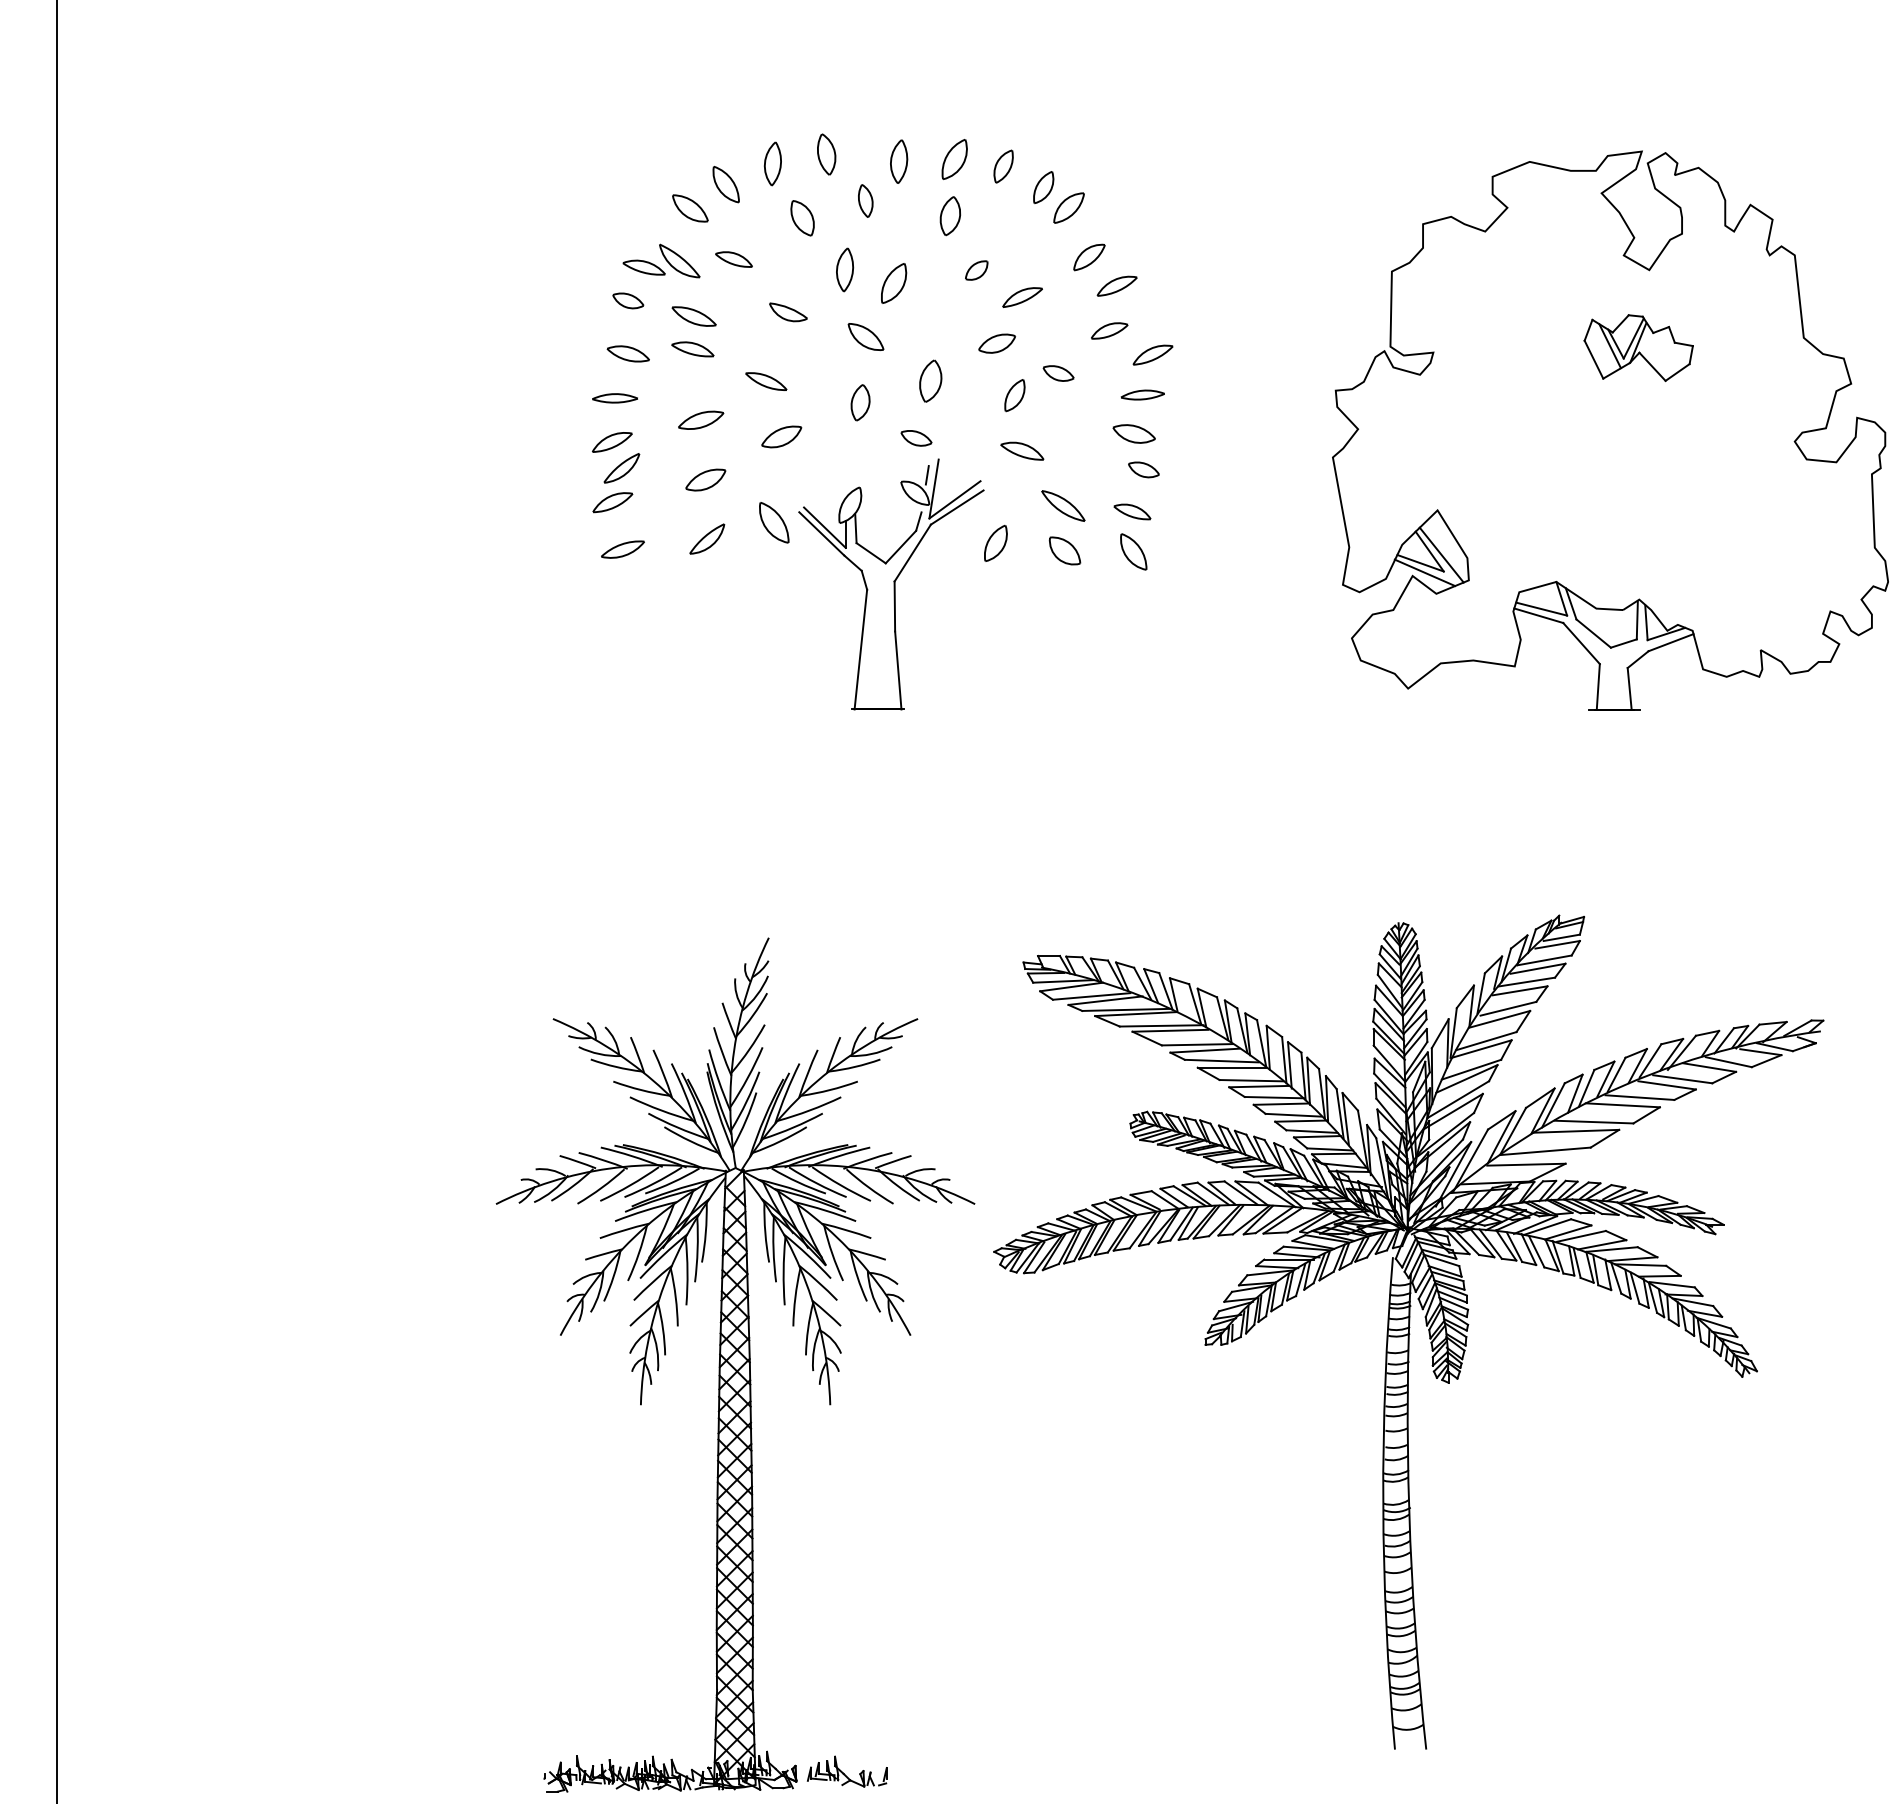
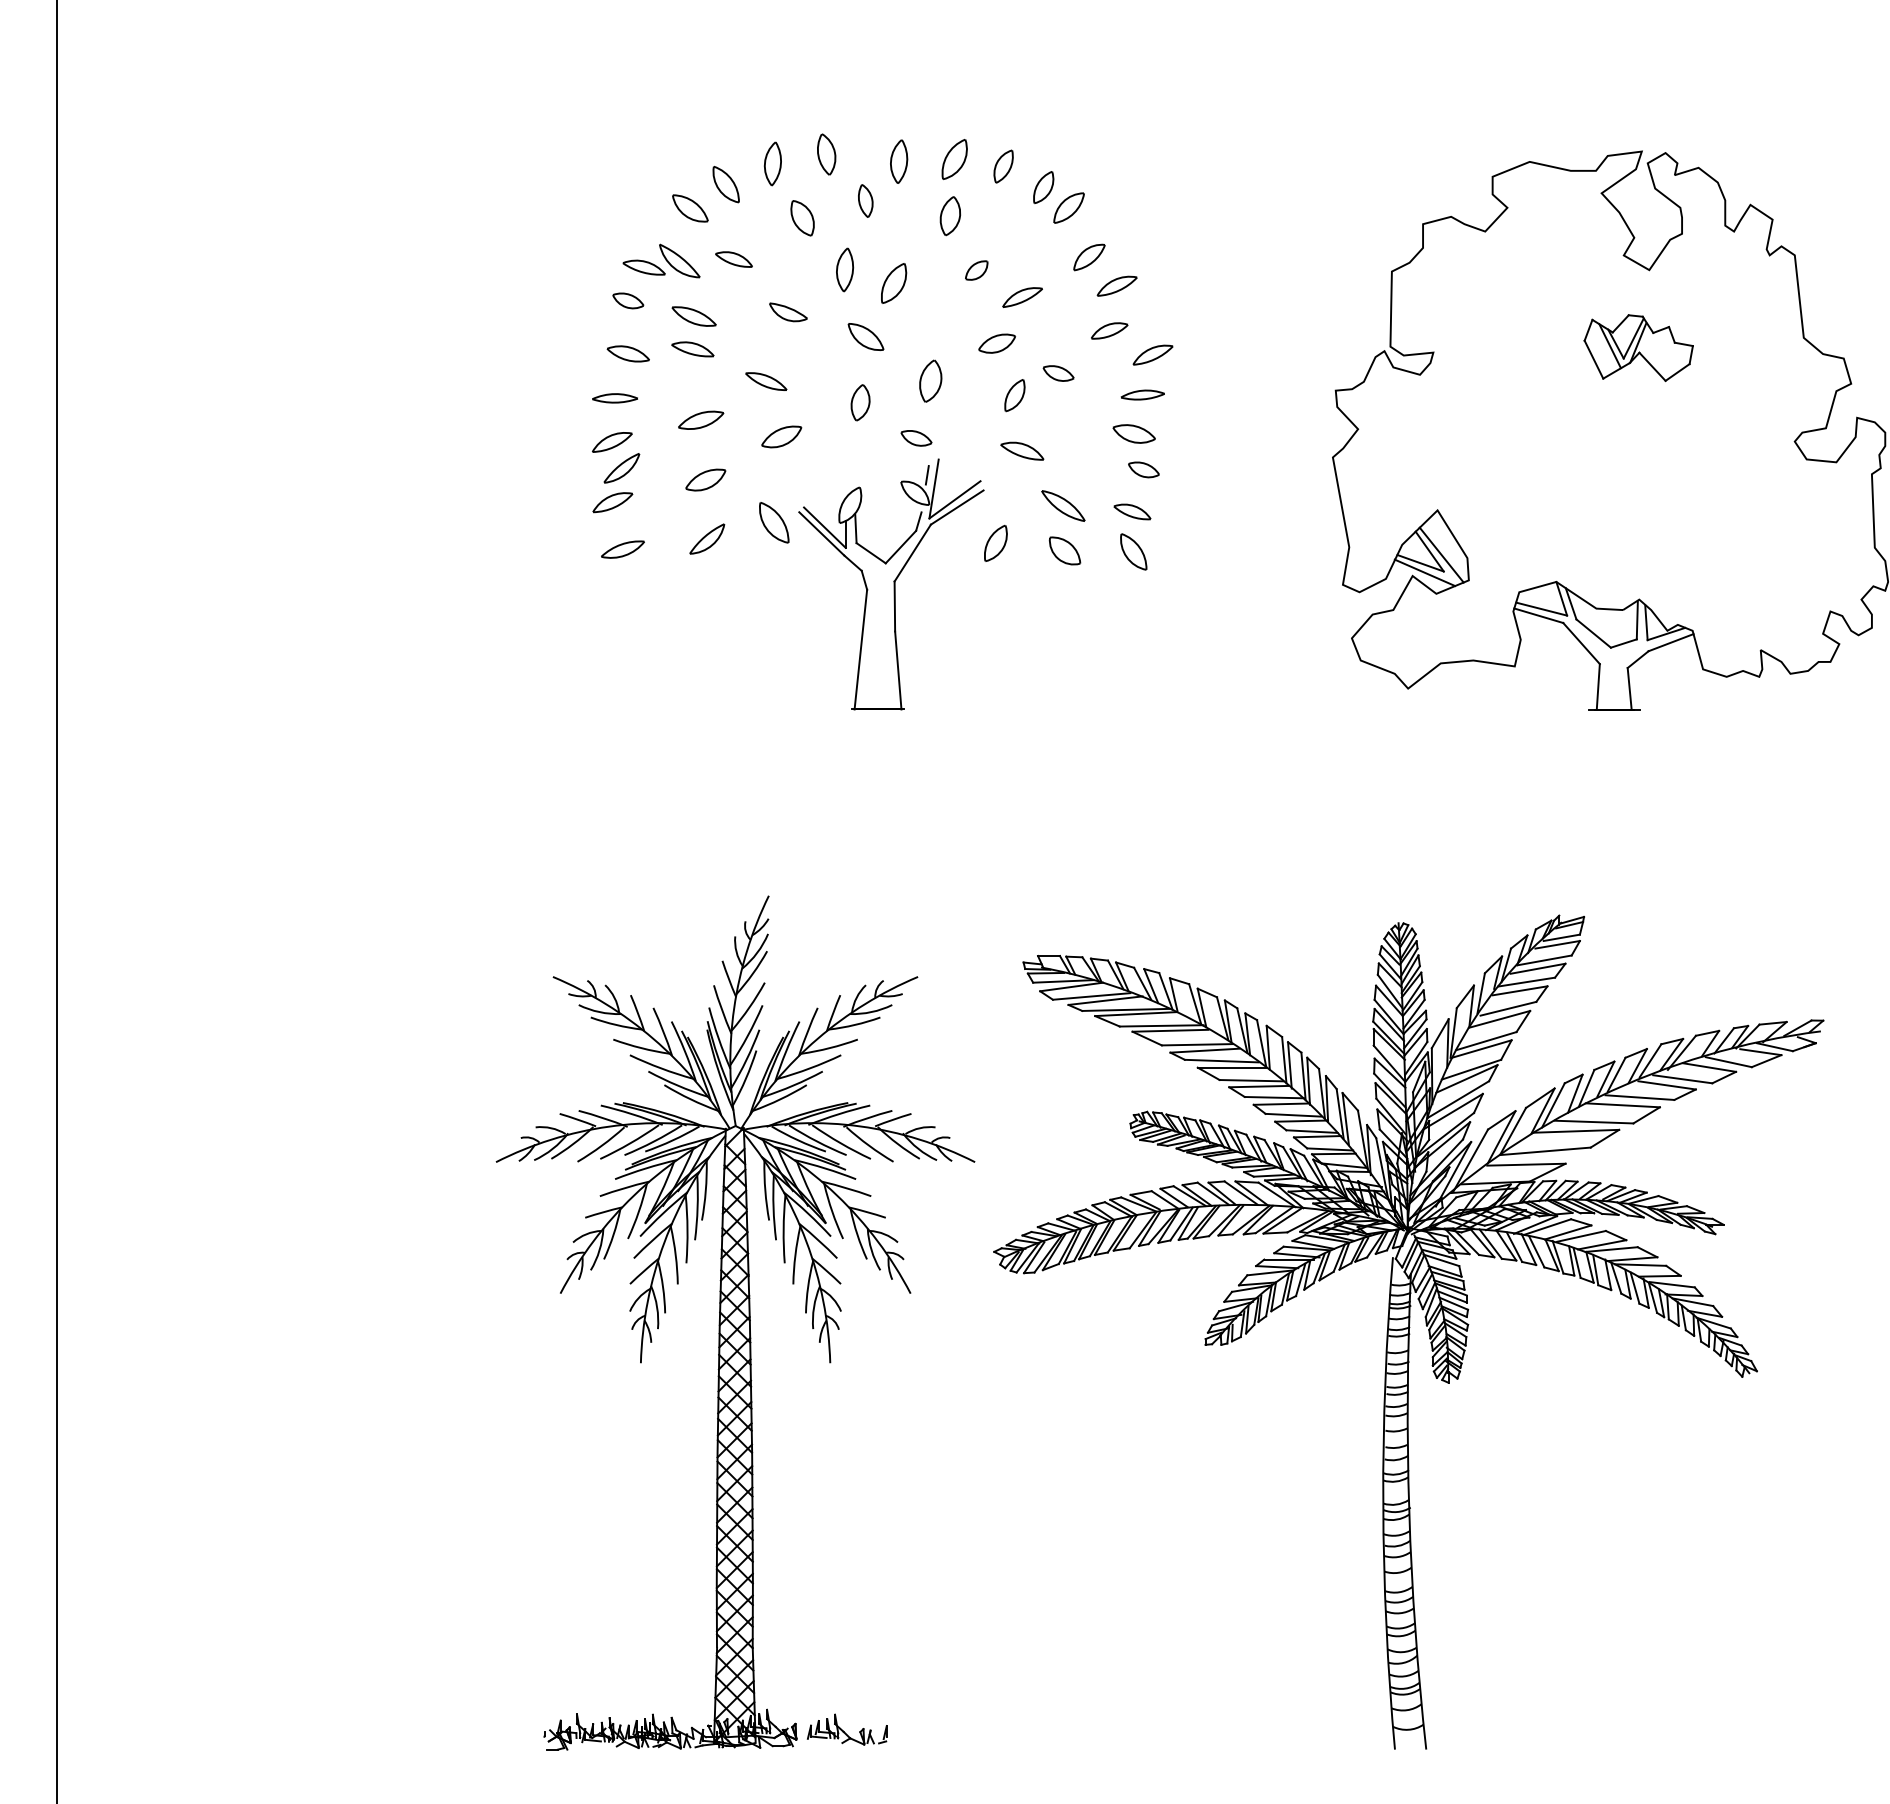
part at (735, 1364) position: (735, 1364) -> (735, 1322)
